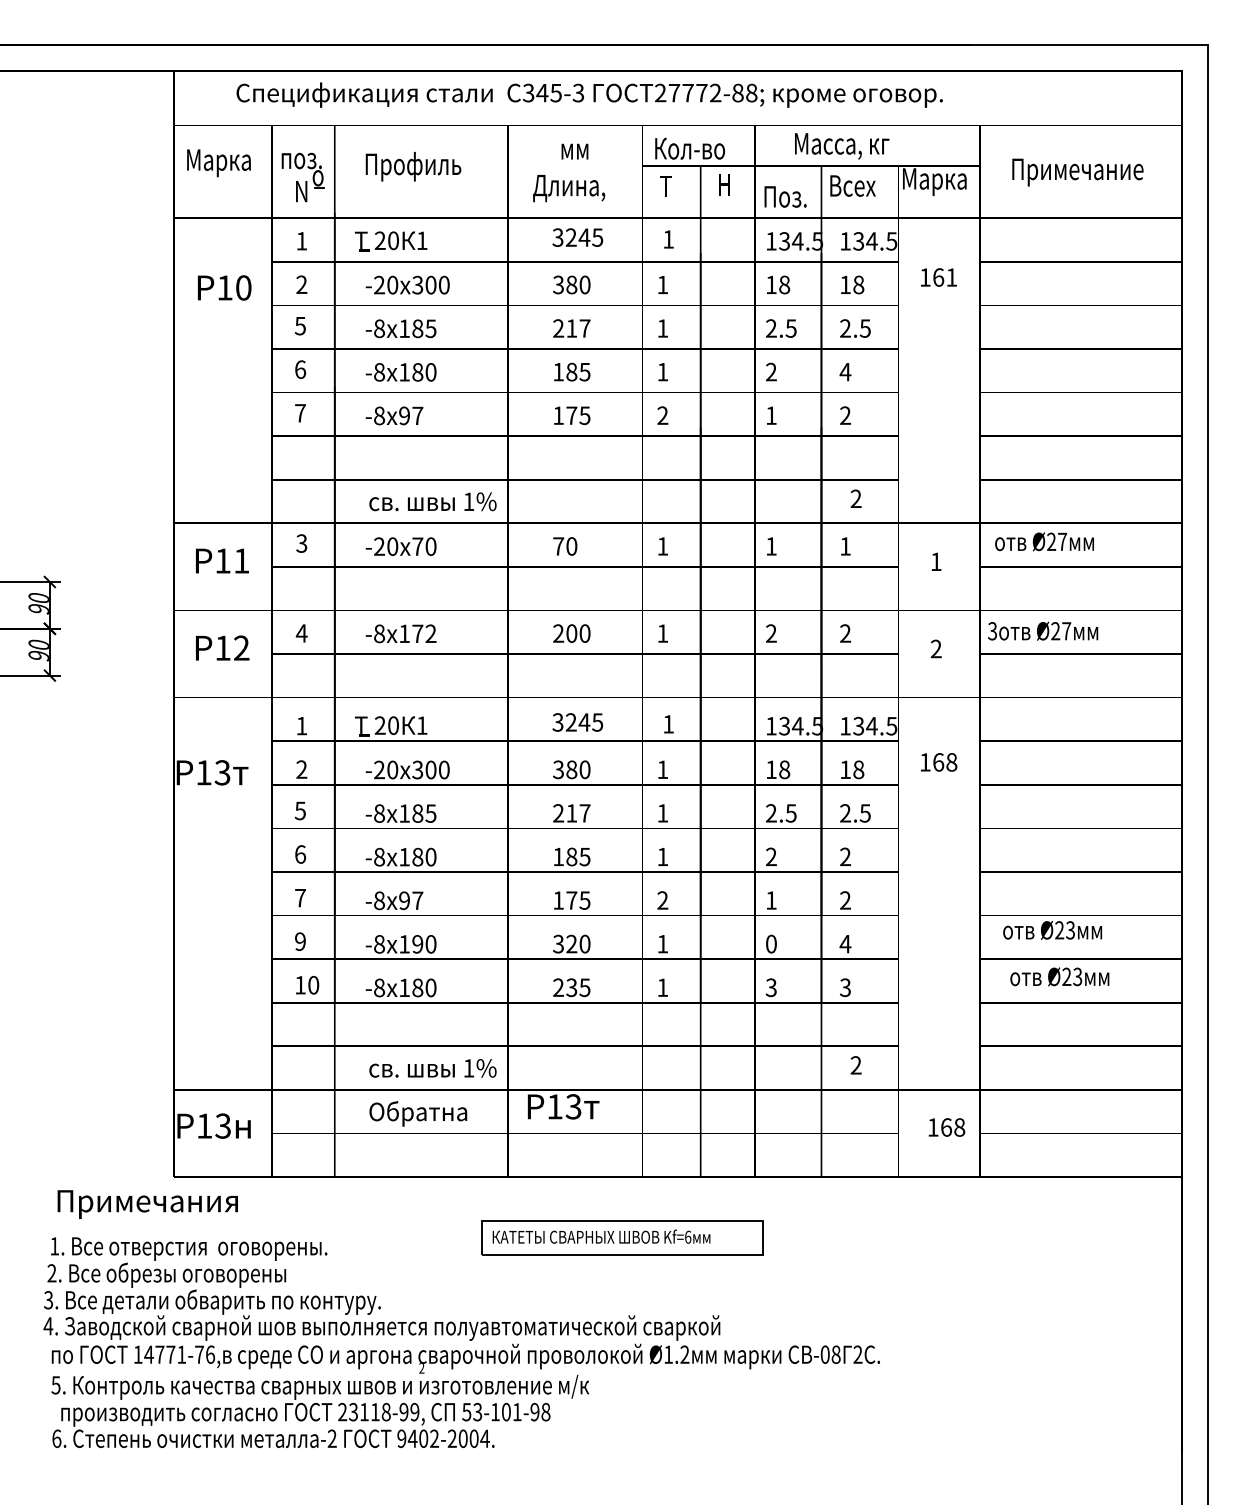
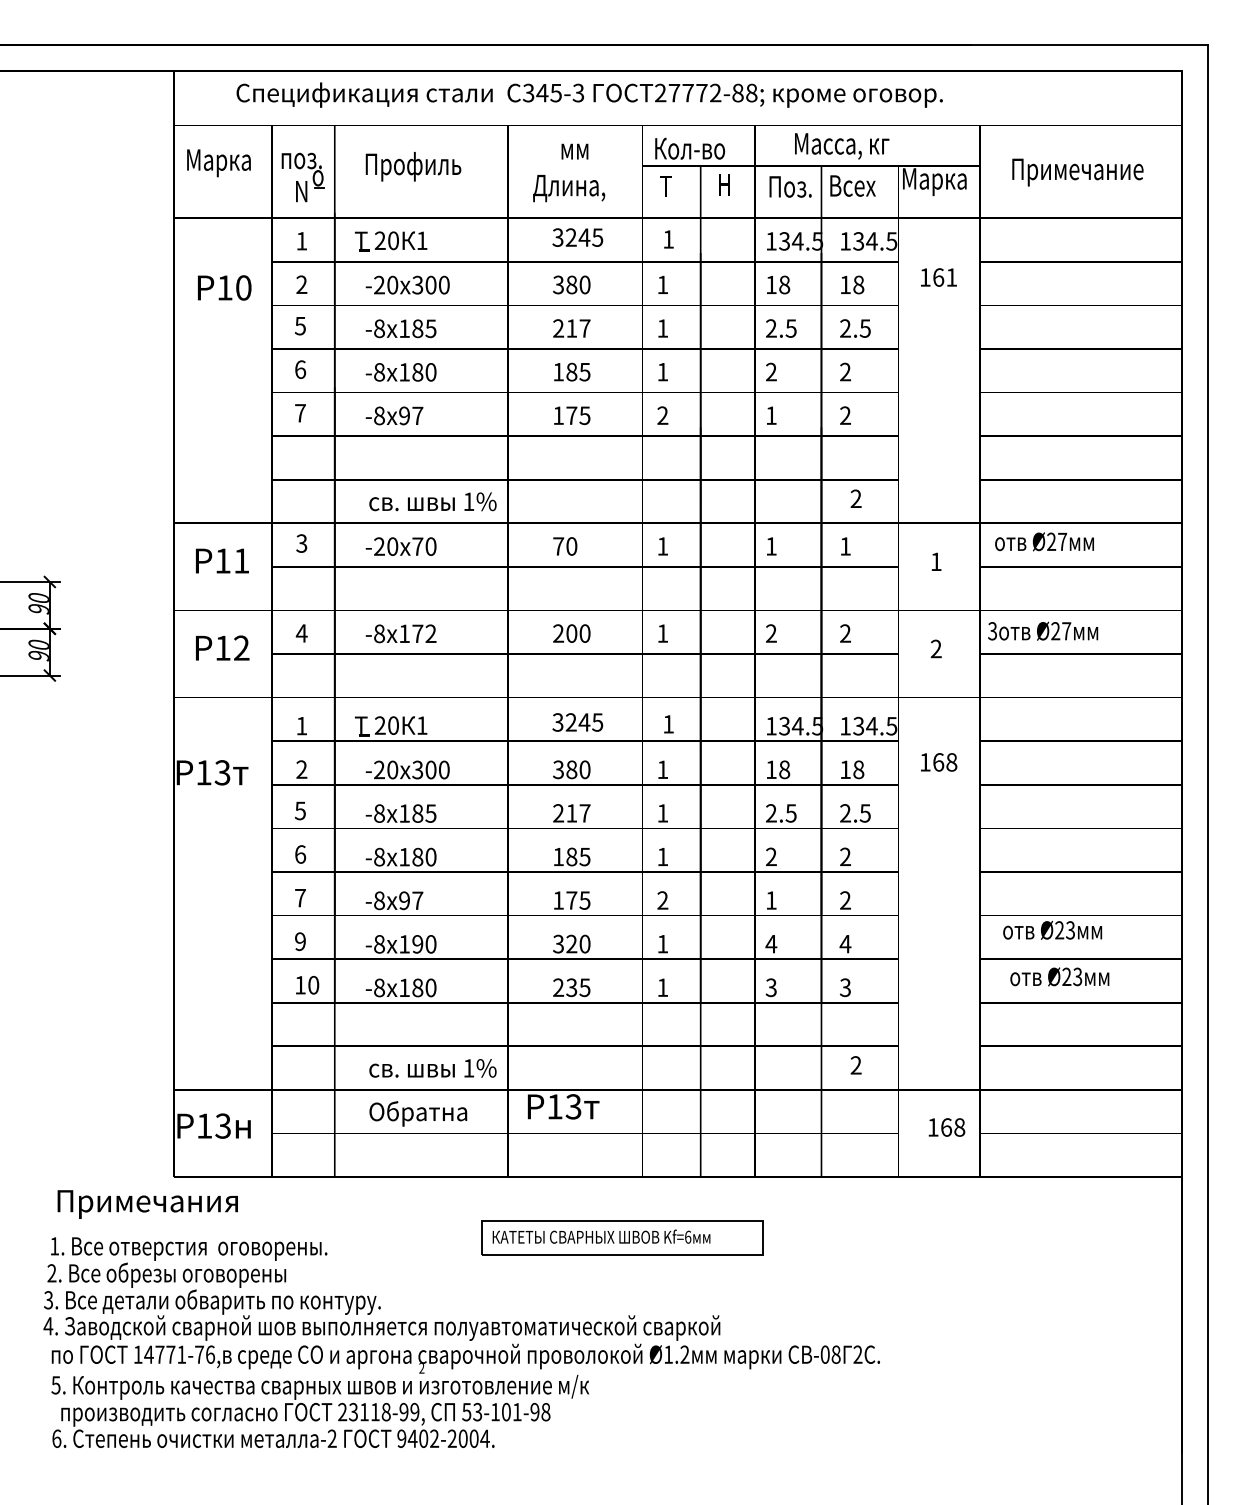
text at (785, 196) position: (785, 196) -> (790, 186)
text at (845, 371): 4 -> 2
text at (771, 943): 0 -> 4
